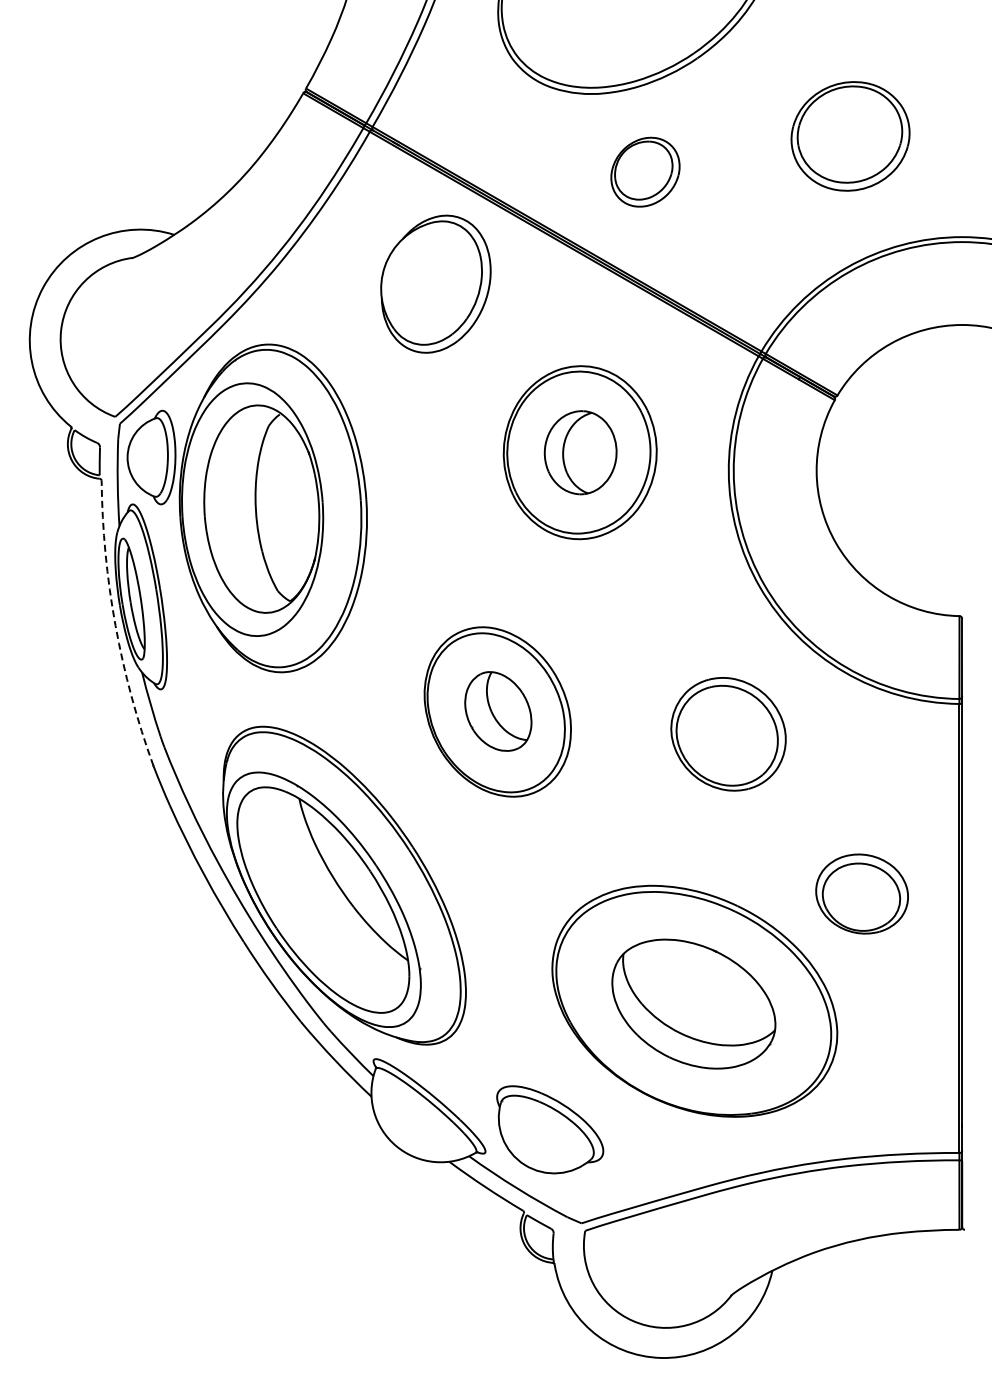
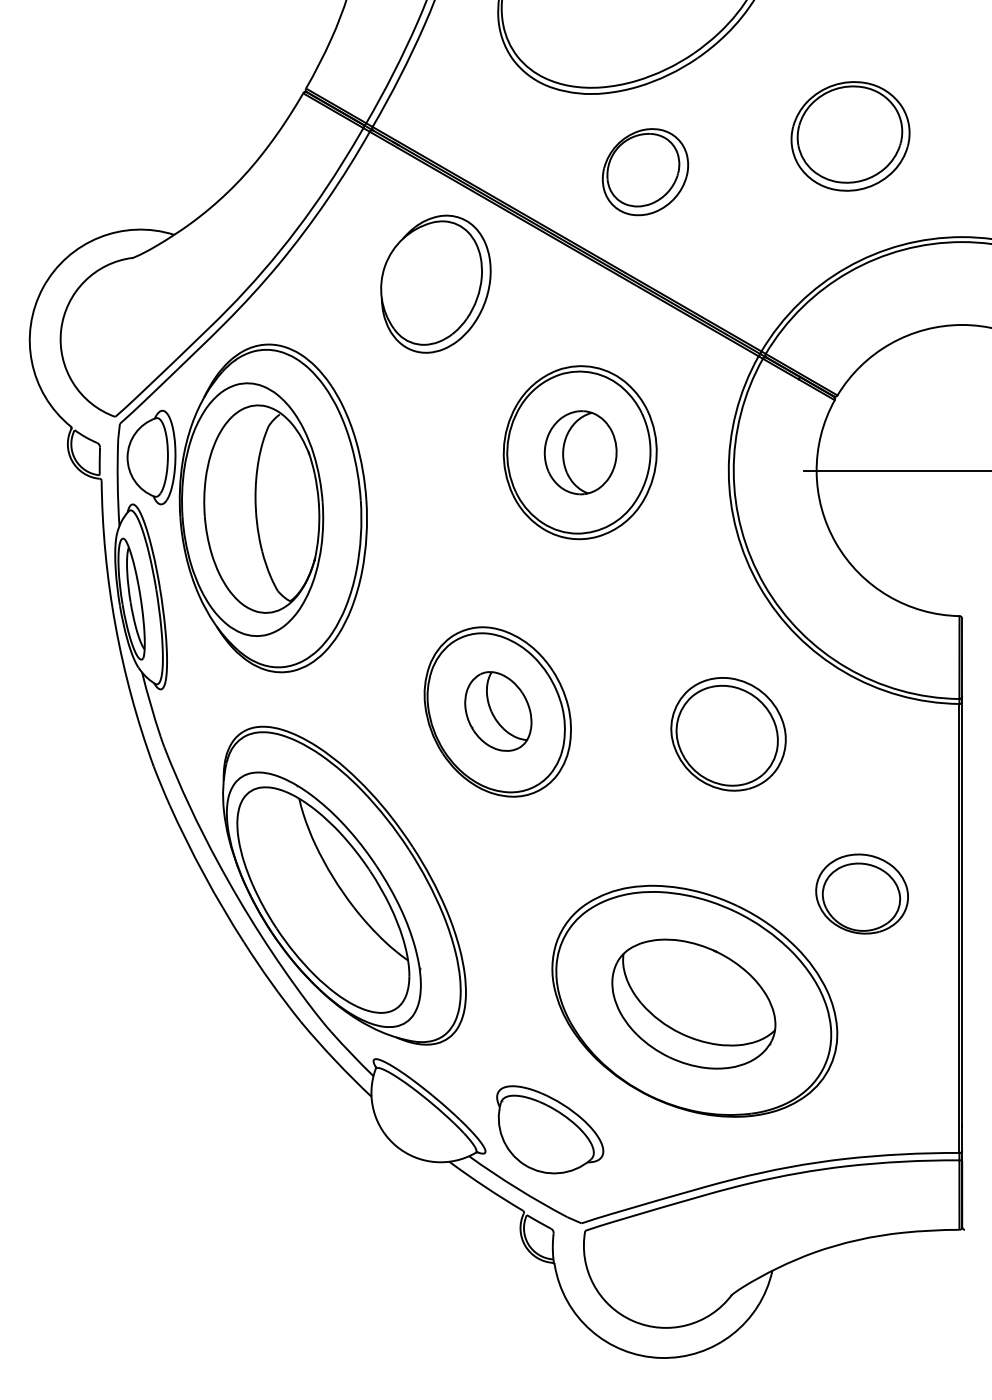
part at (645, 171) size: 71x72 px -> 89x89 px
line at (895, 470): none -> present
line at (115, 625): dashed -> solid
